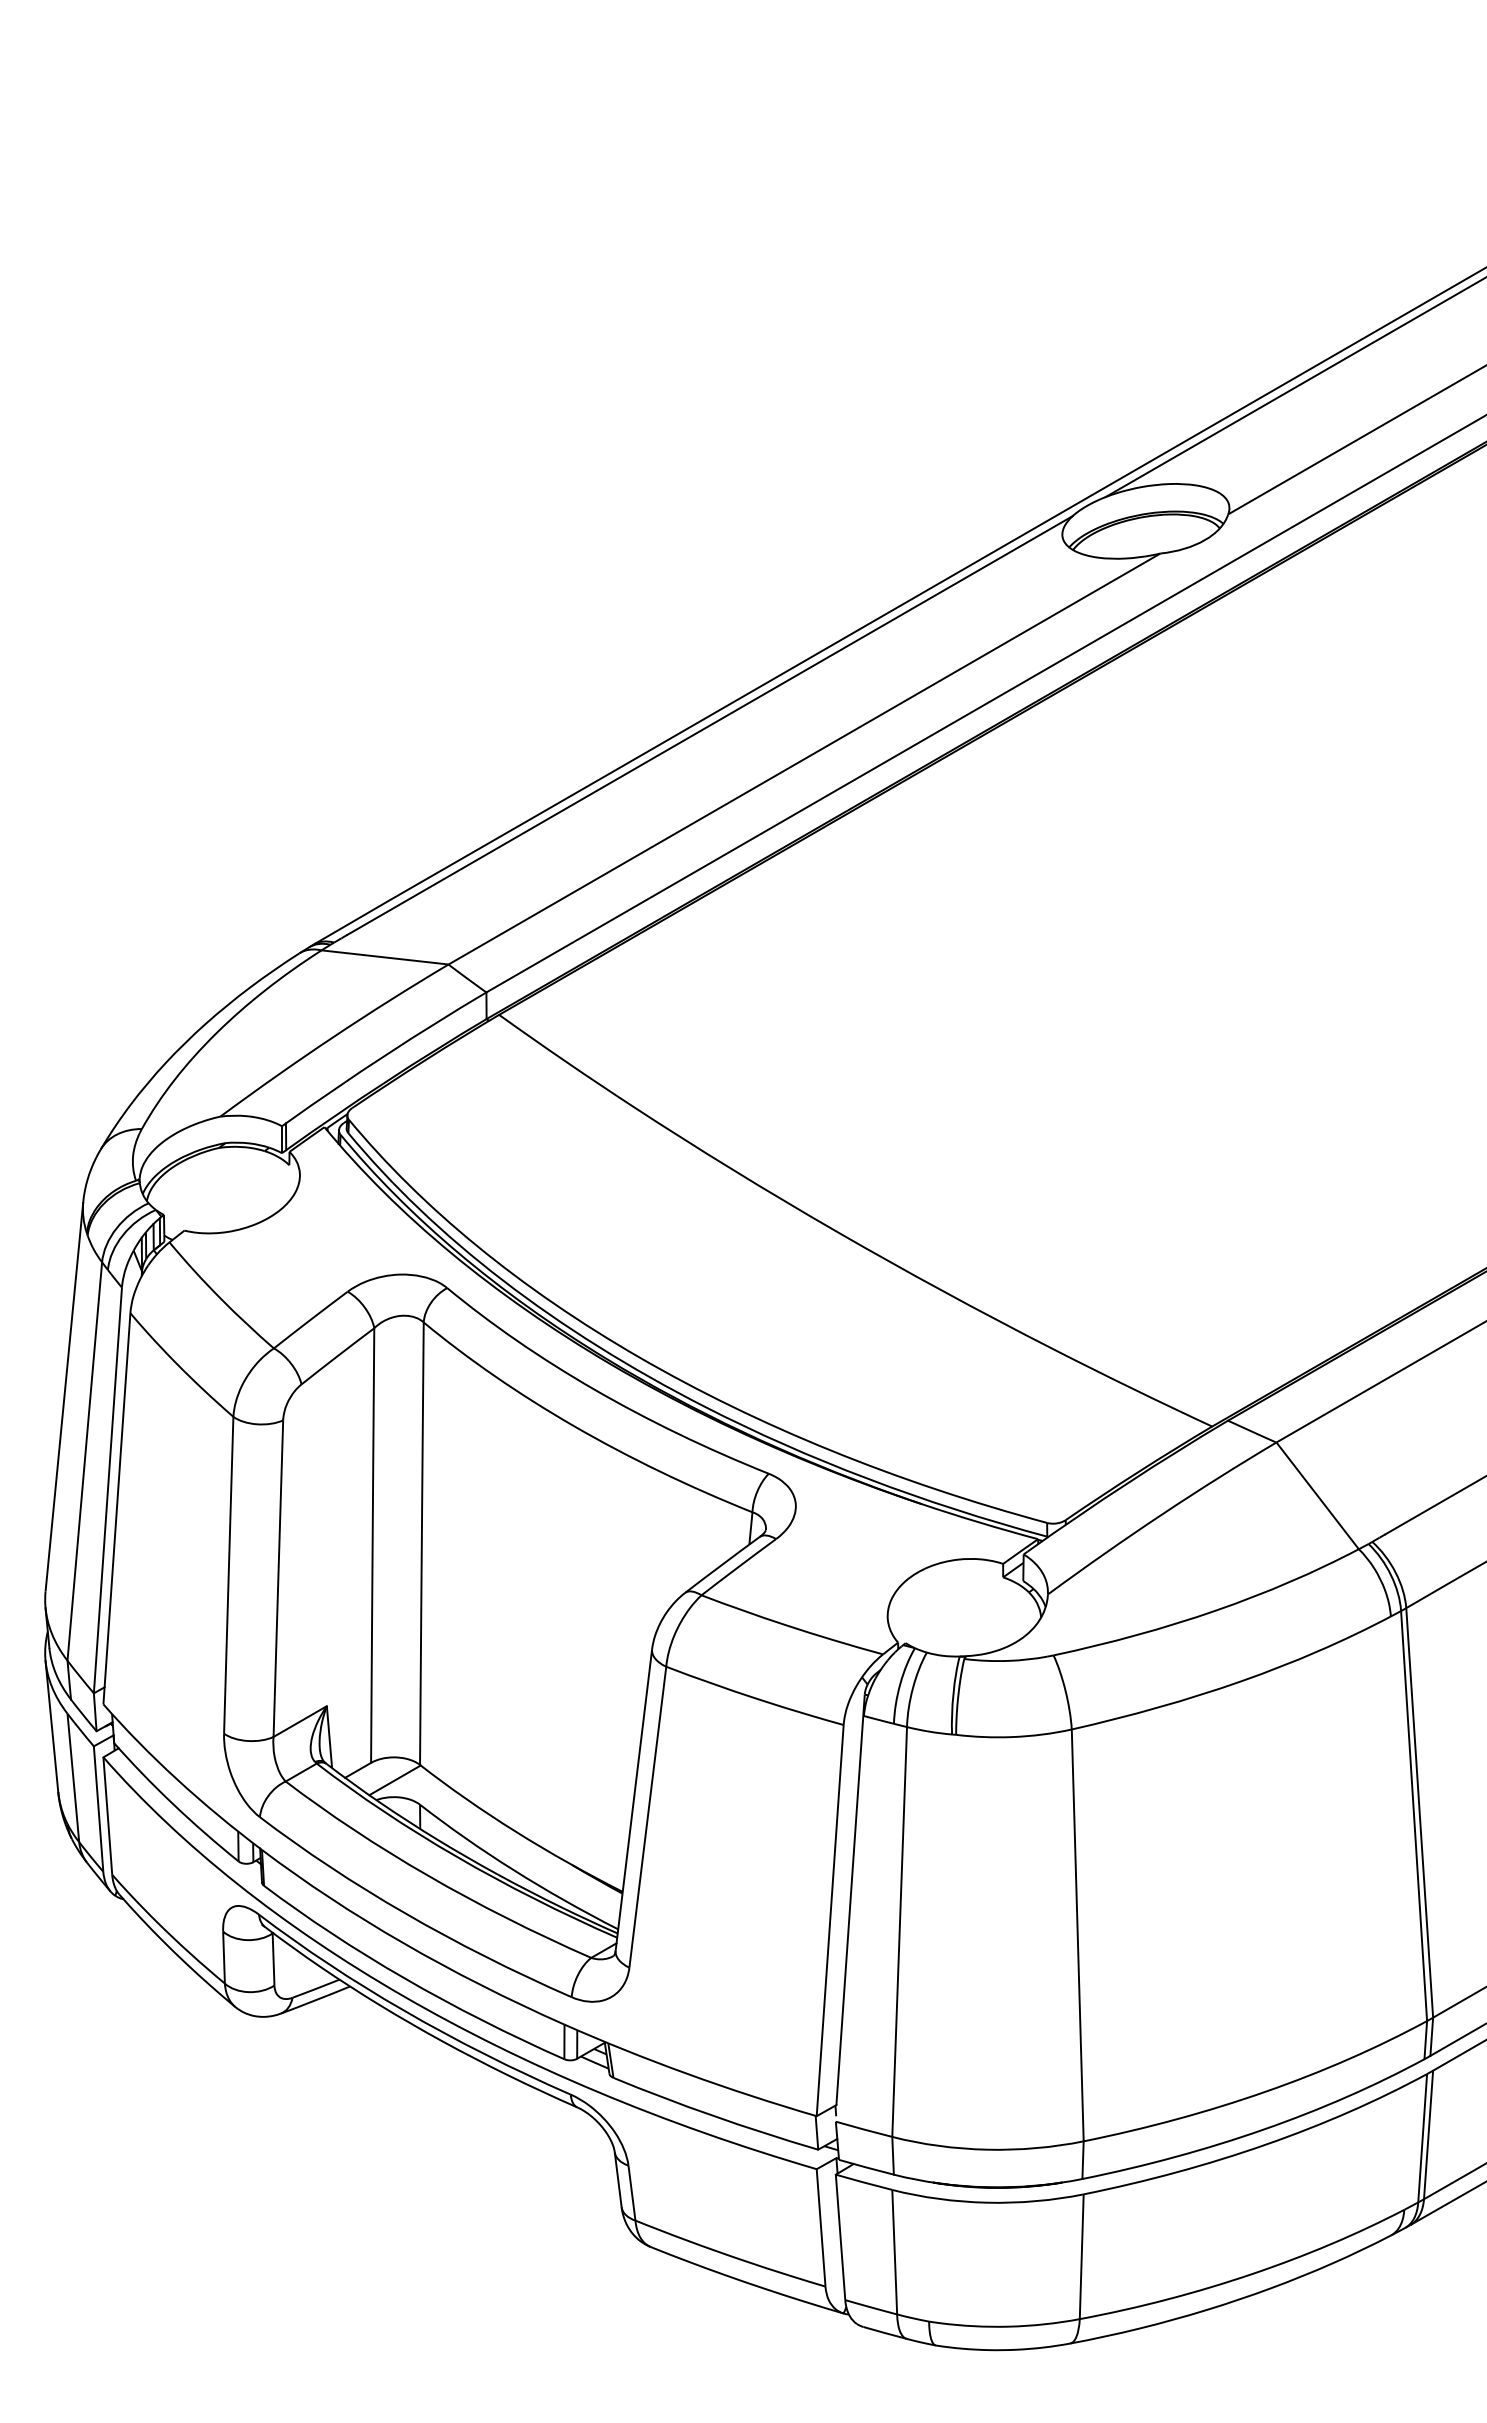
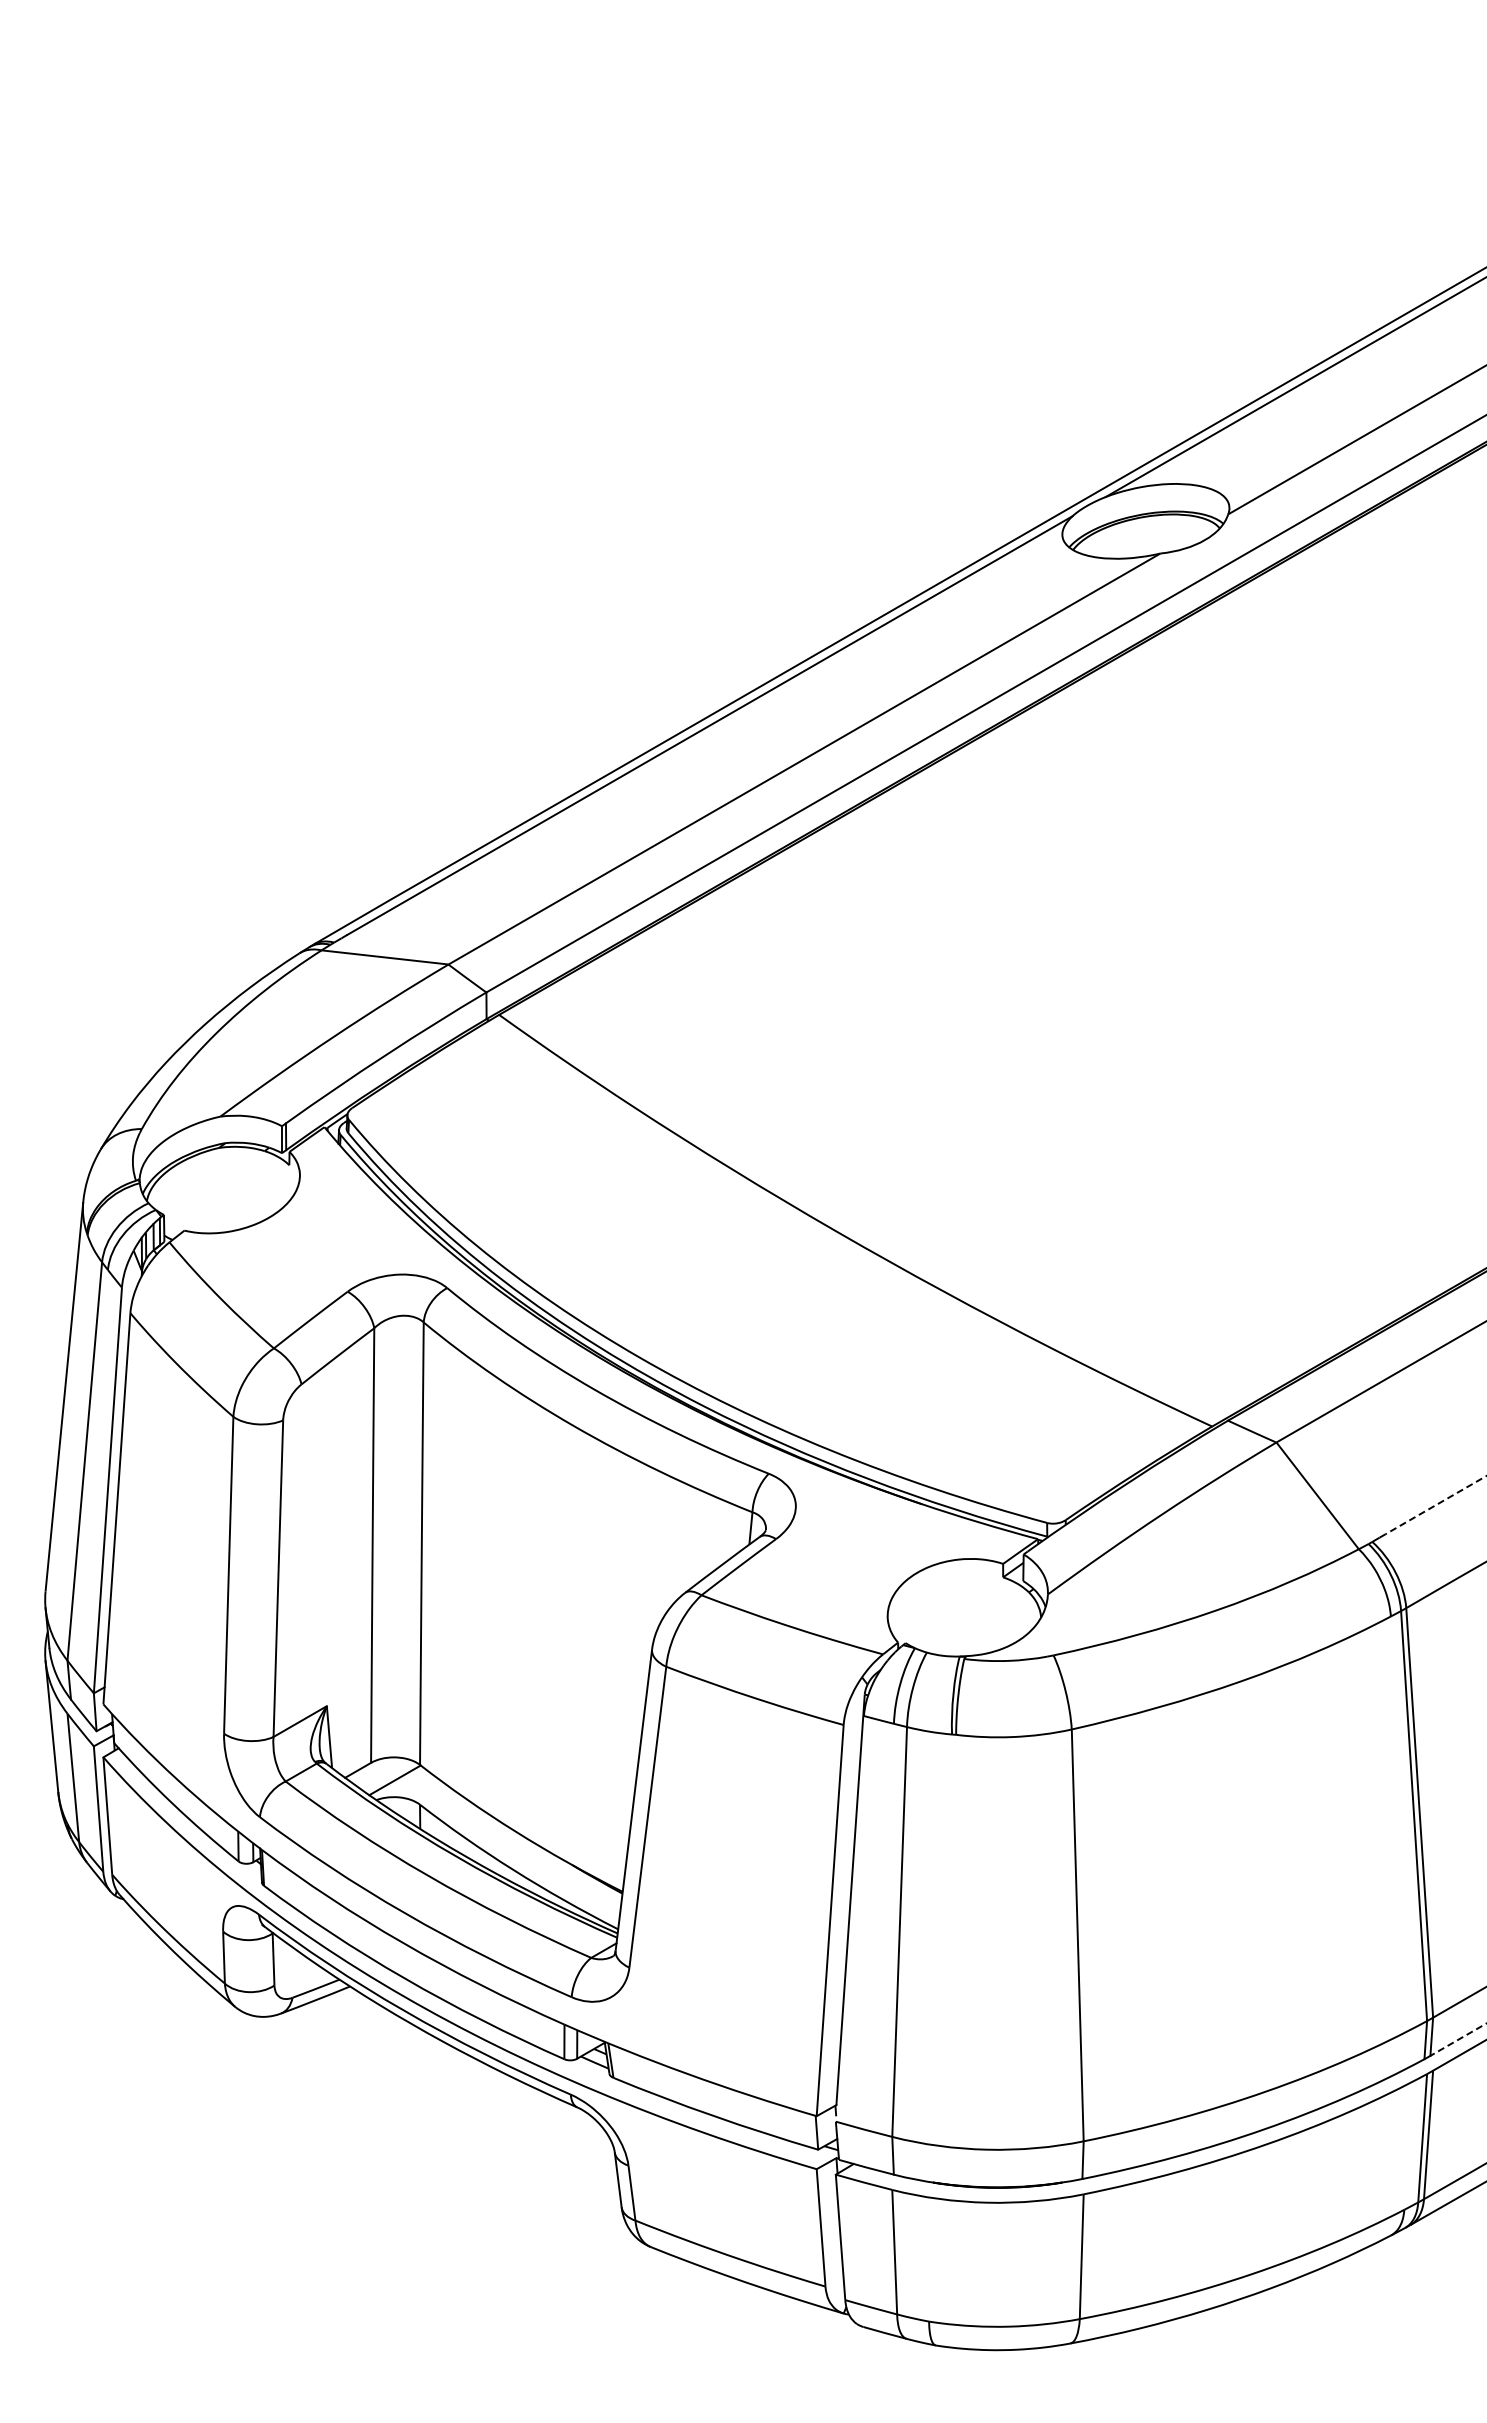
line at (1435, 1505): solid -> dashed
line at (1458, 2039): solid -> dashed
